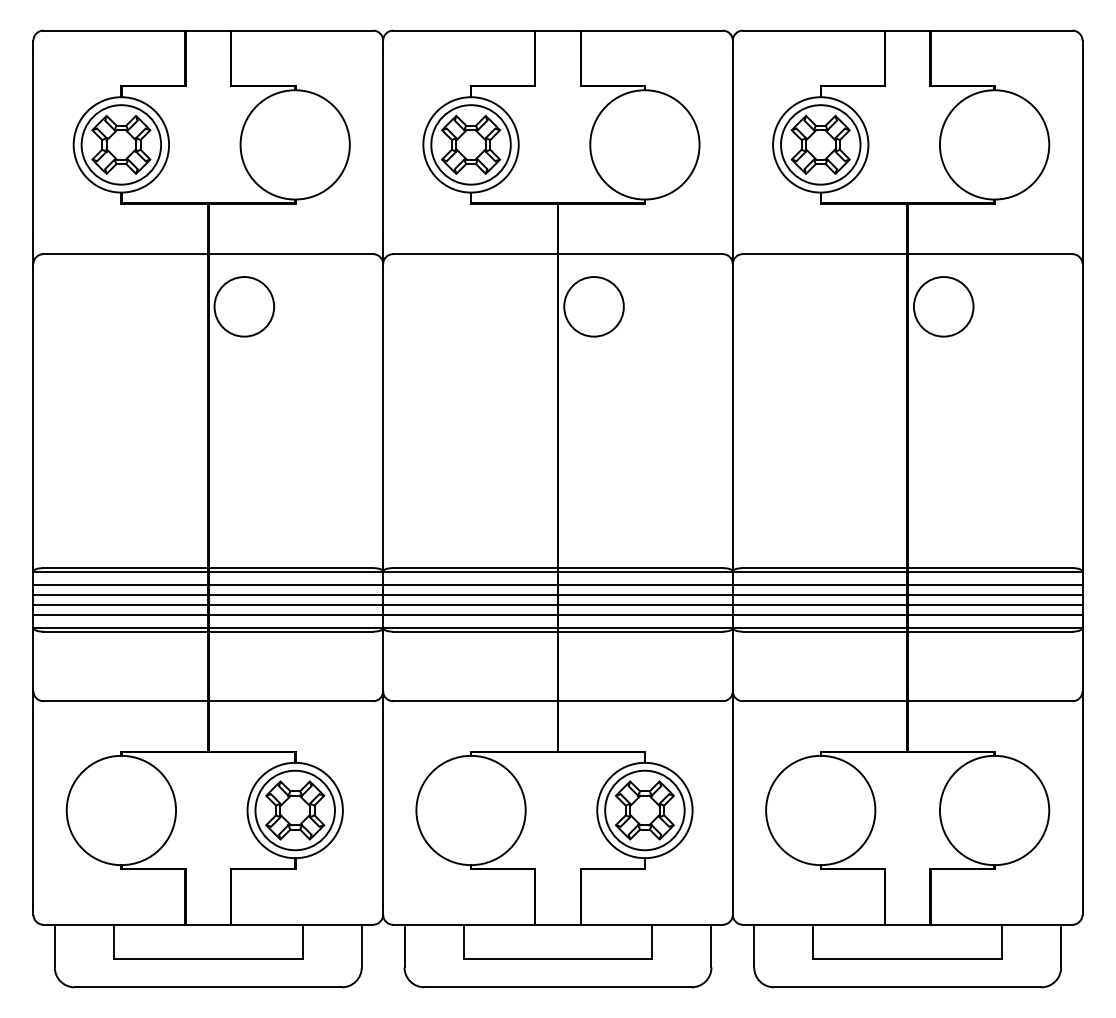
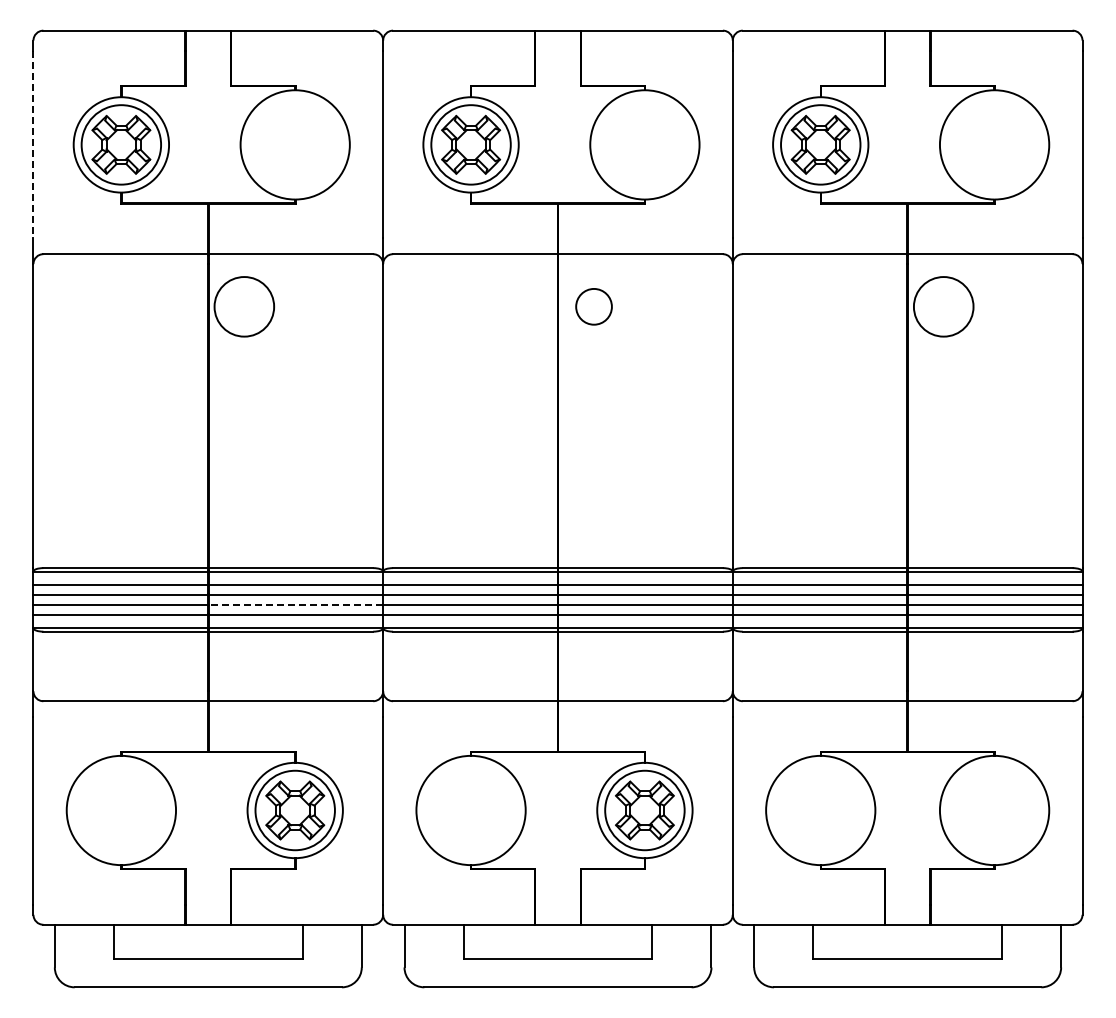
line at (33, 144): solid -> dashed
circle at (593, 306) diameter: 60 px -> 36 px
line at (295, 604): solid -> dashed
